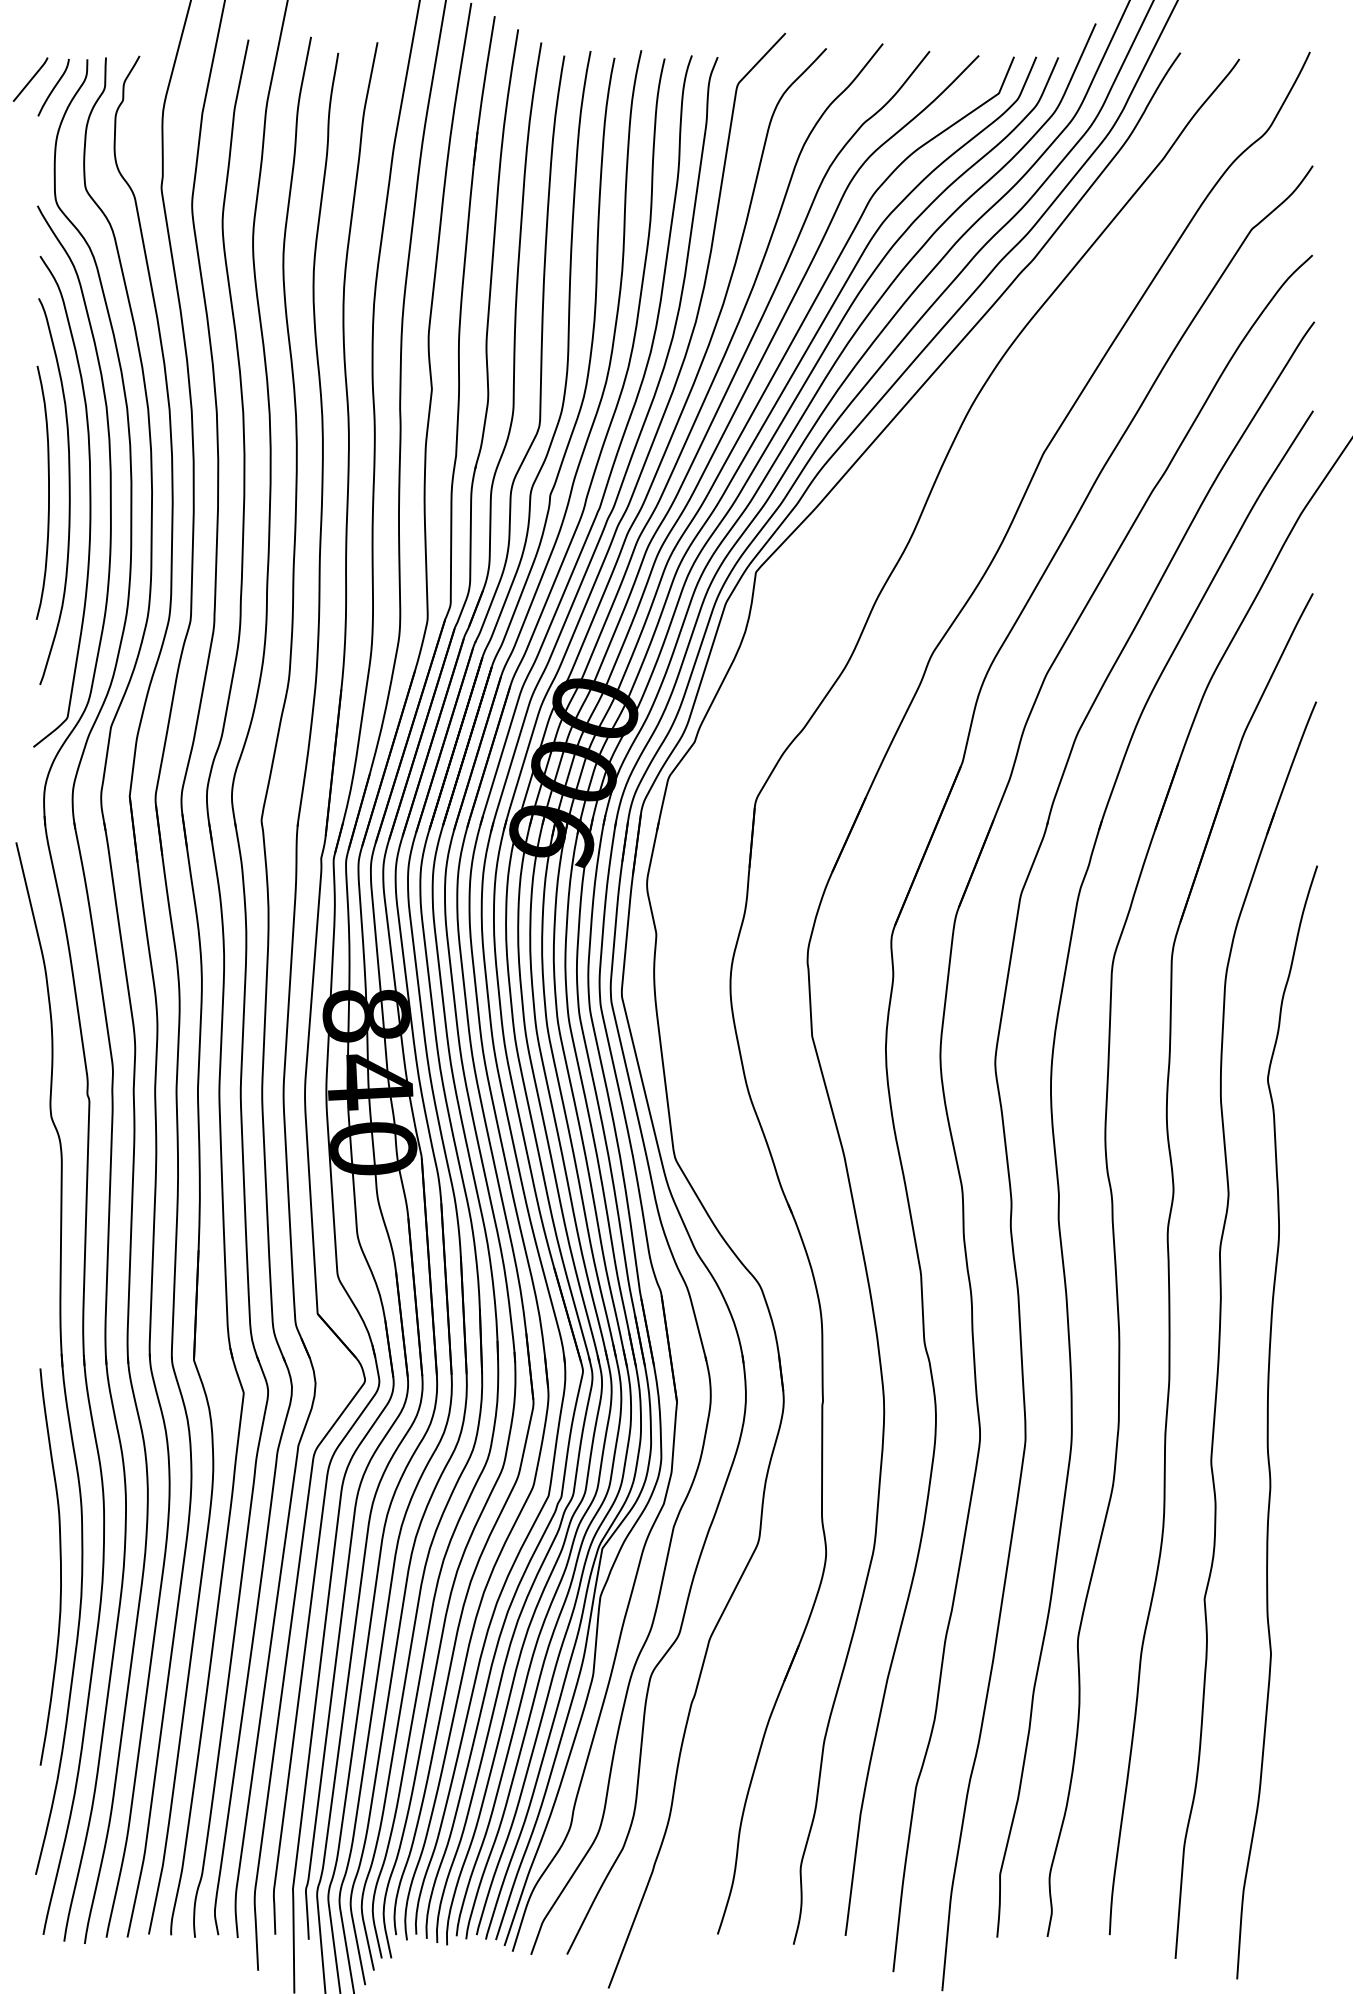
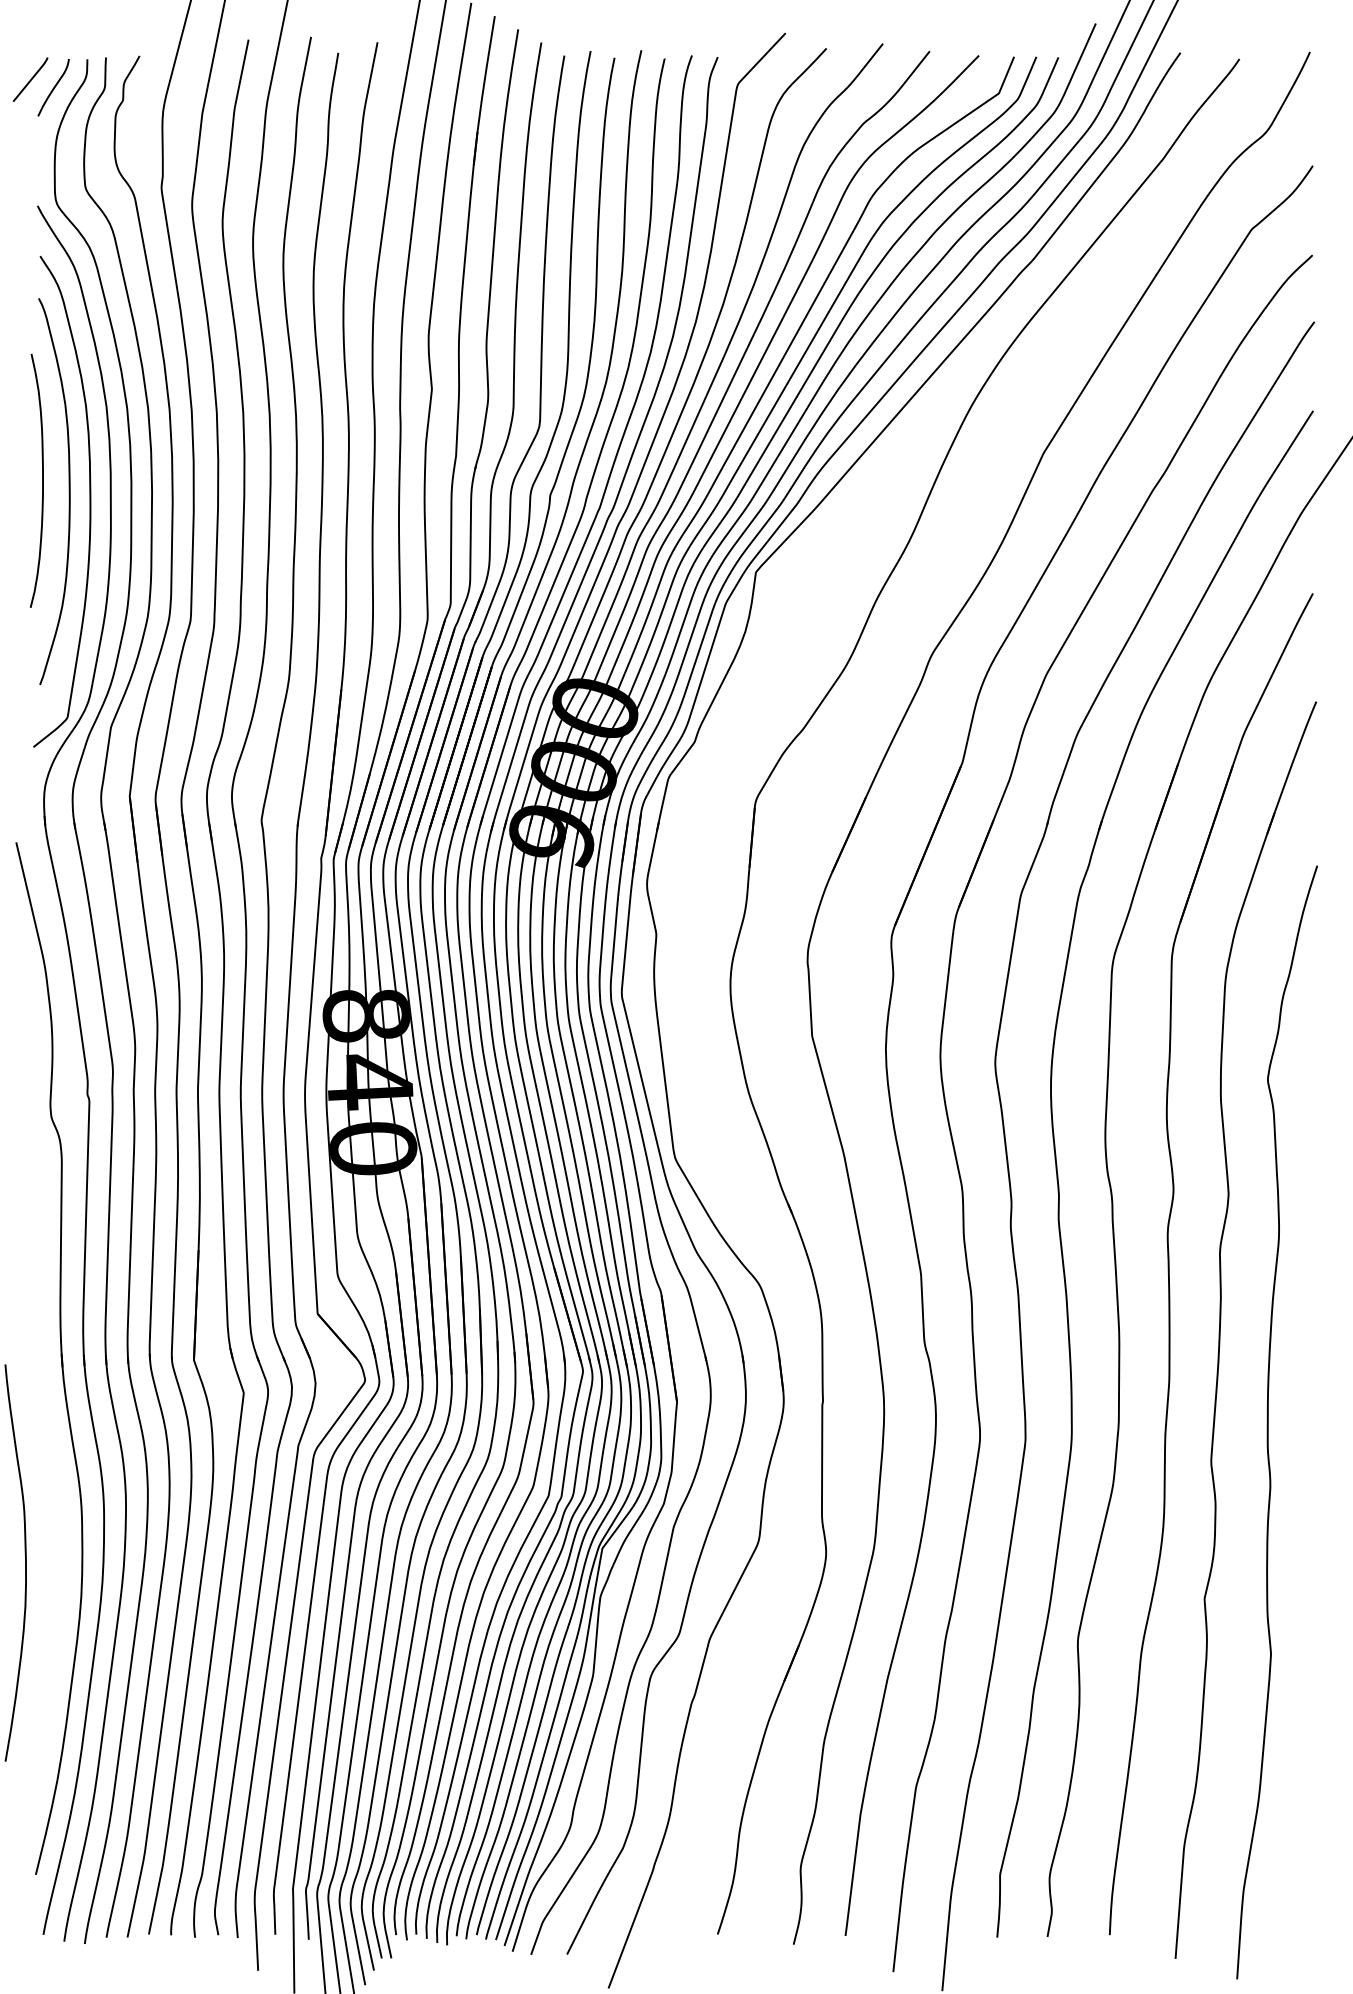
curve at (48, 492) position: (48, 492) -> (42, 480)
curve at (60, 1566) position: (60, 1566) -> (25, 1562)
